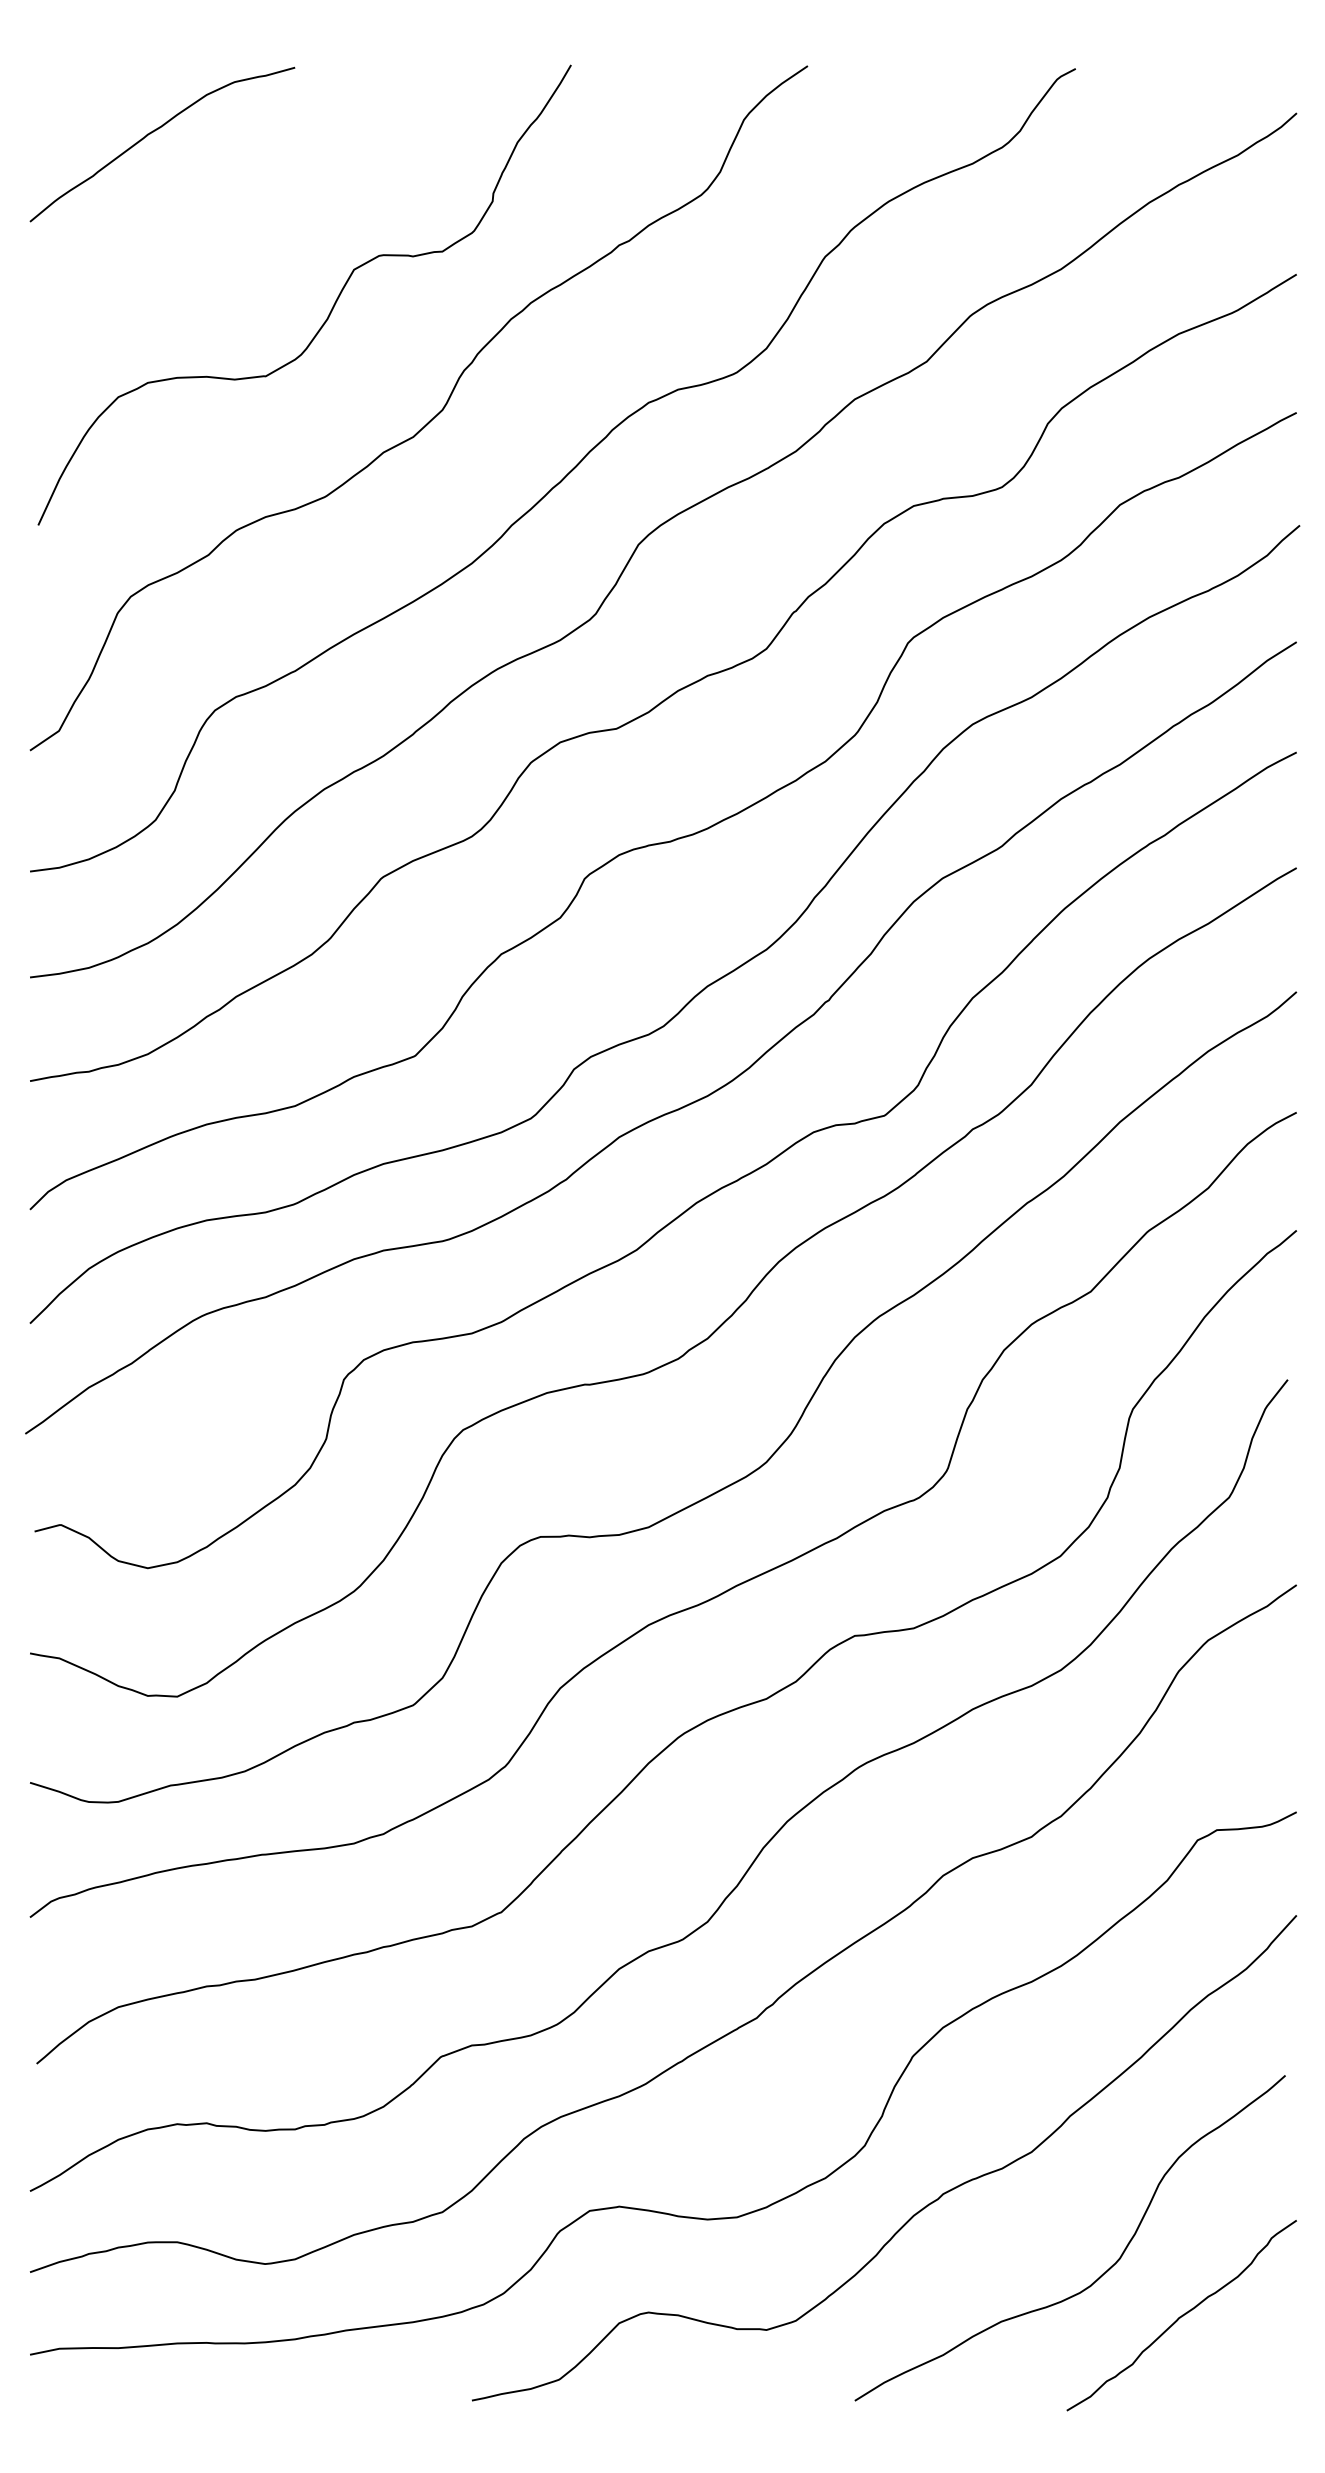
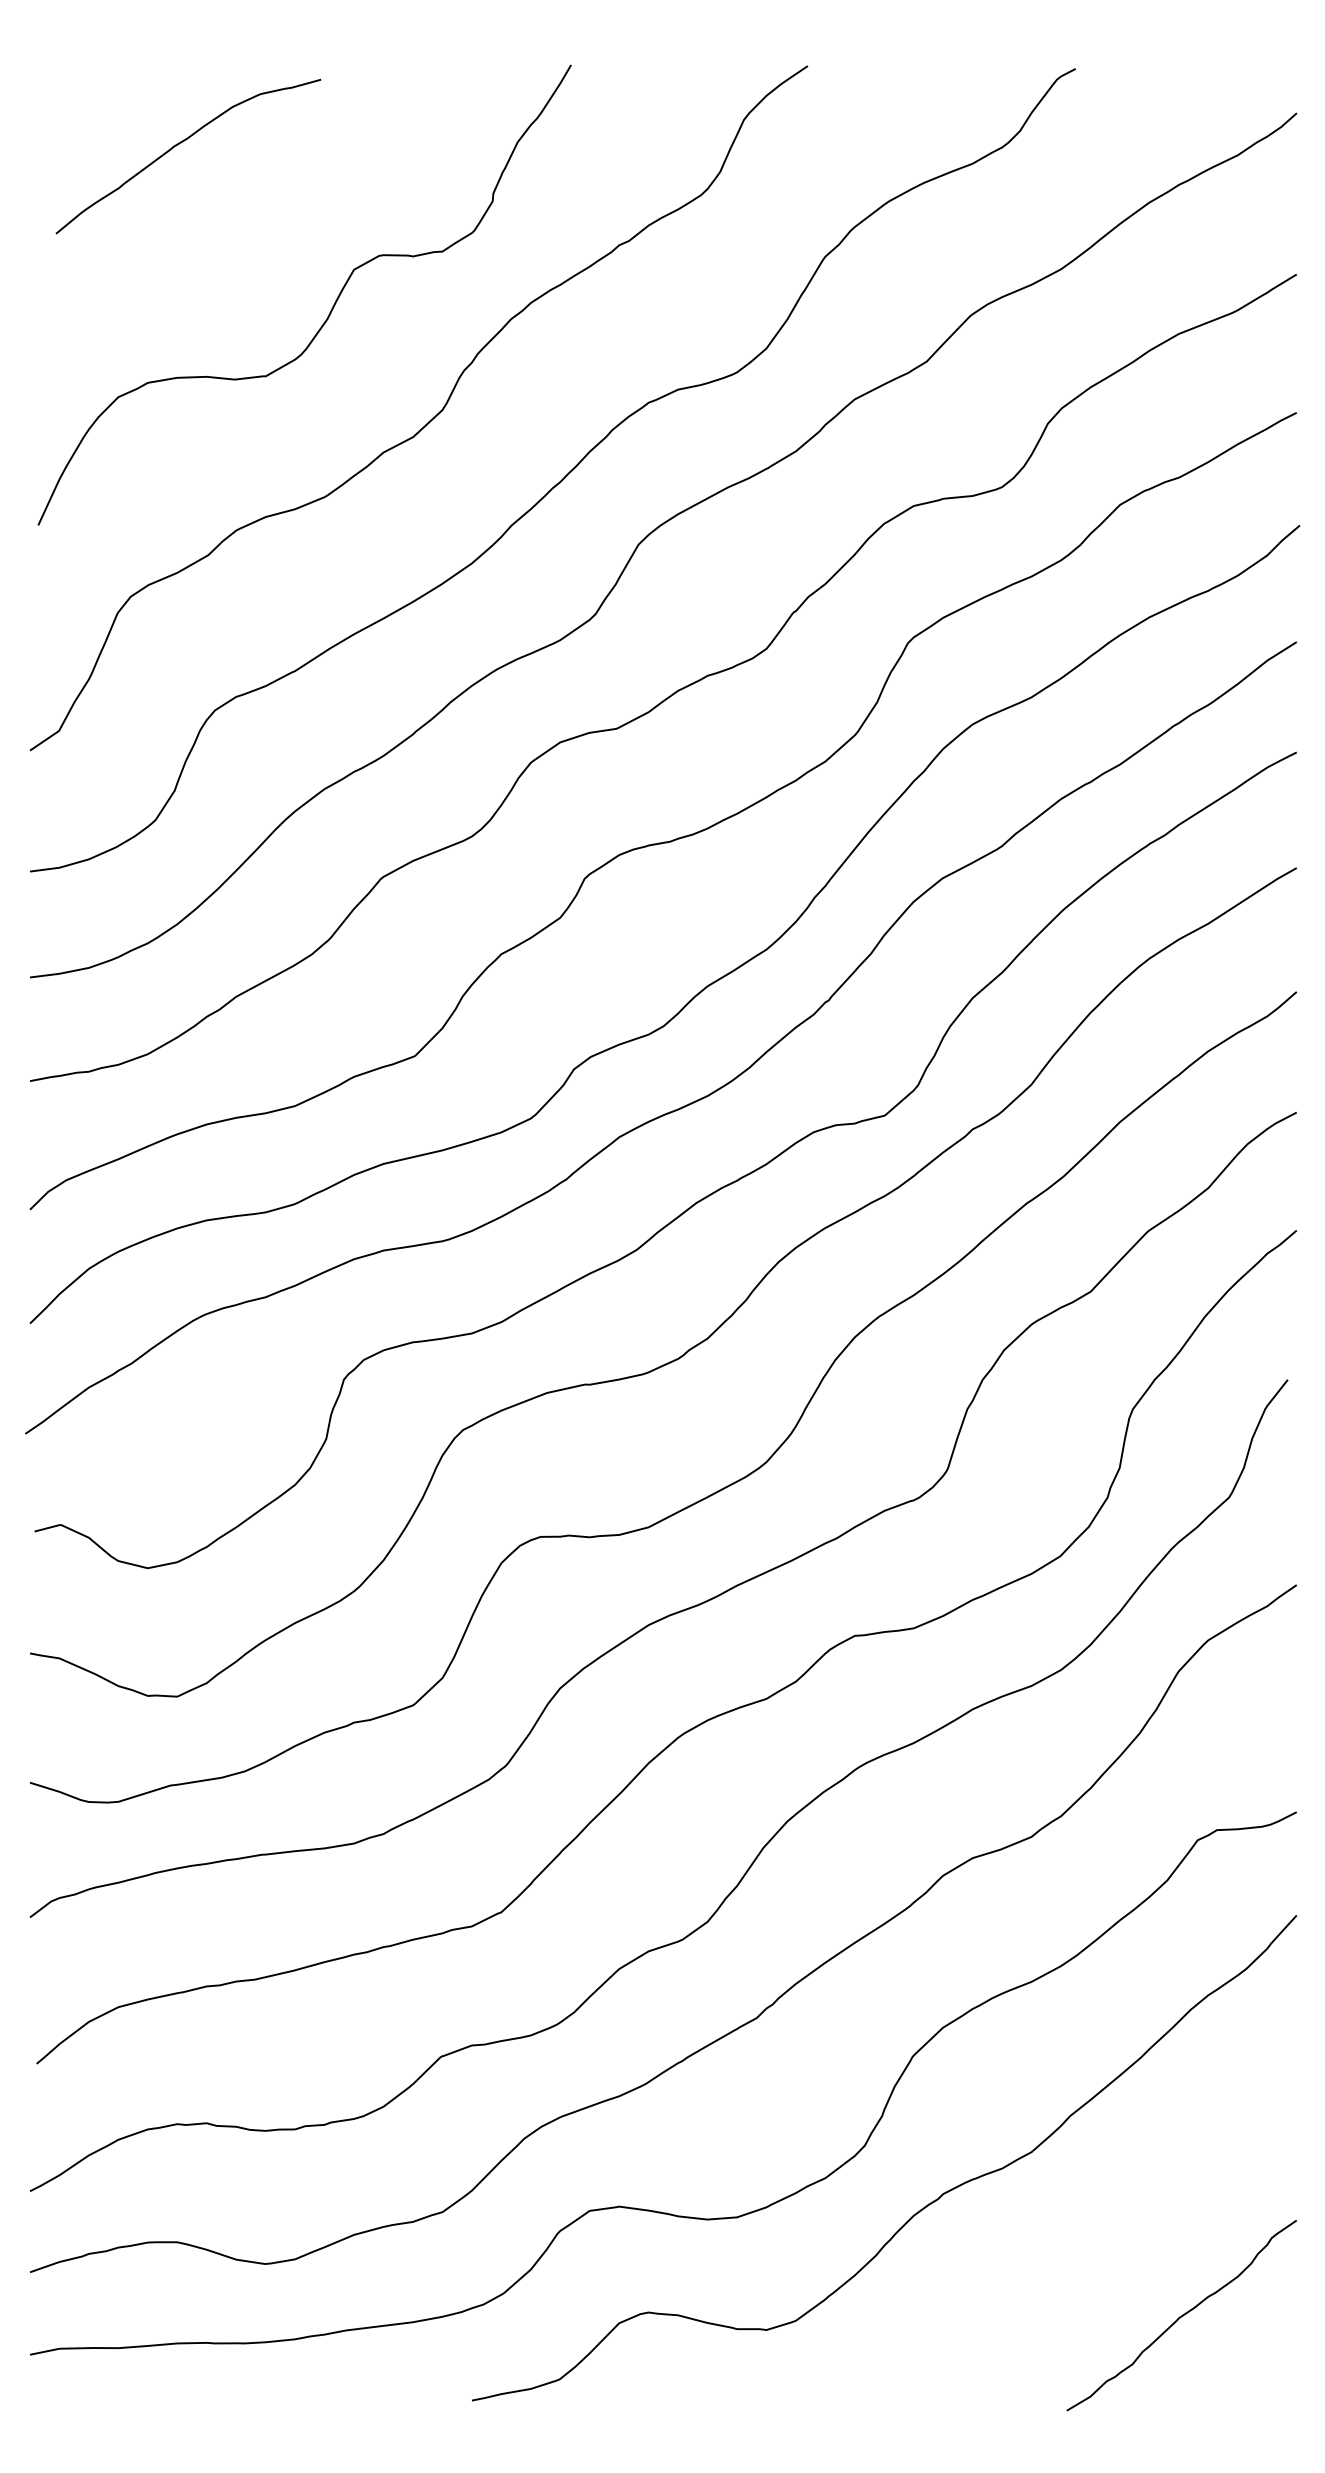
curve at (155, 131) position: (155, 131) -> (181, 143)
curve at (1102, 2273): present -> none
